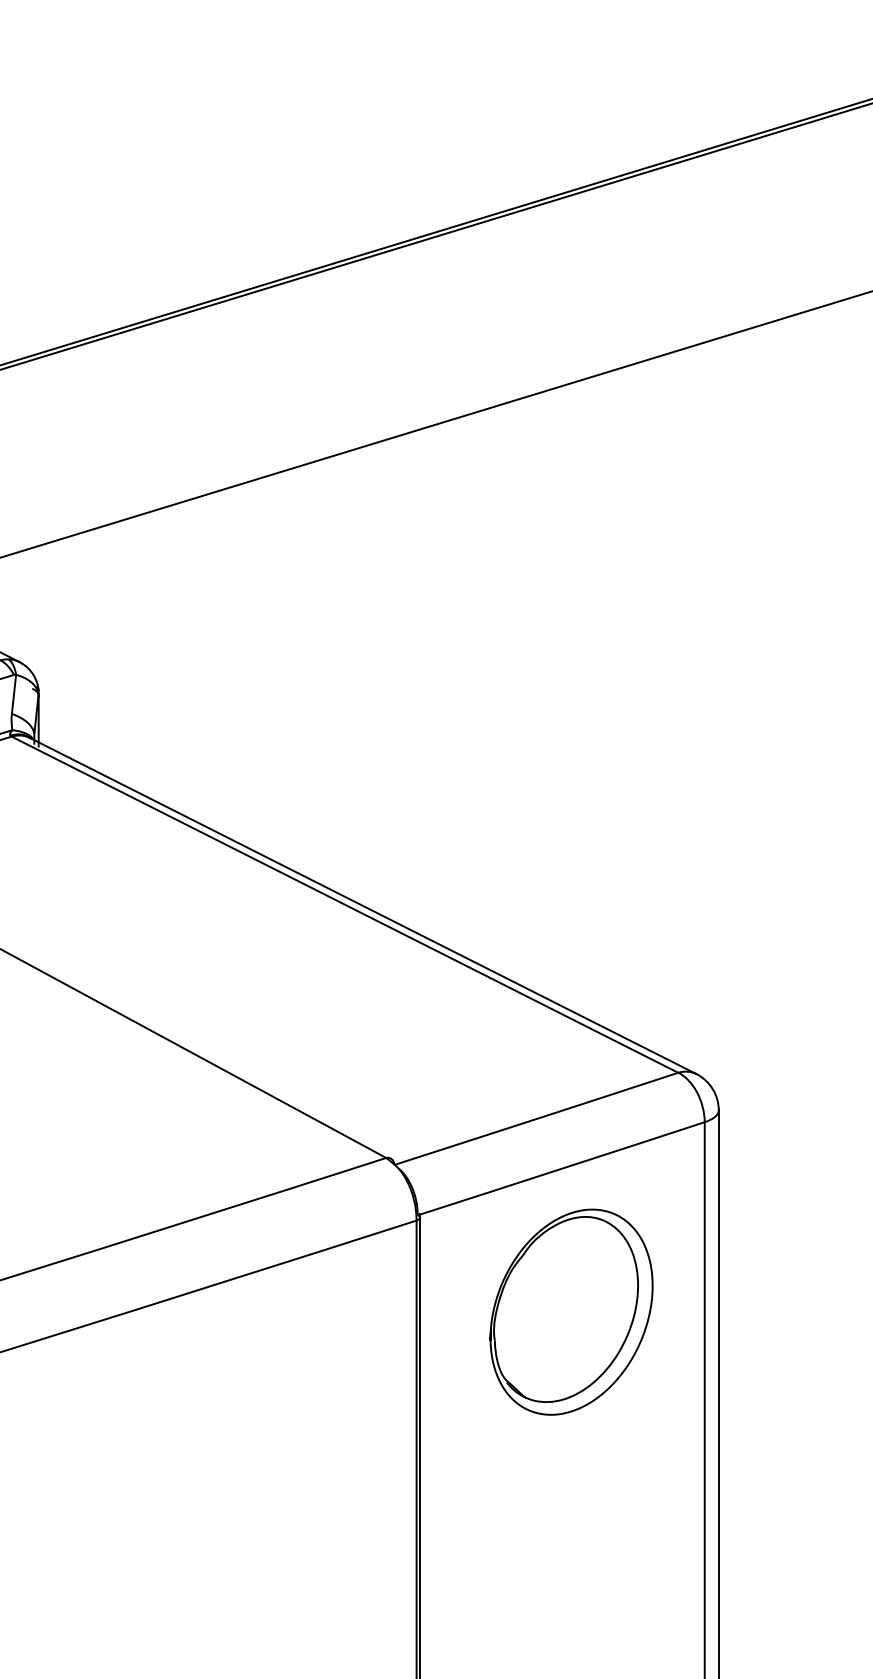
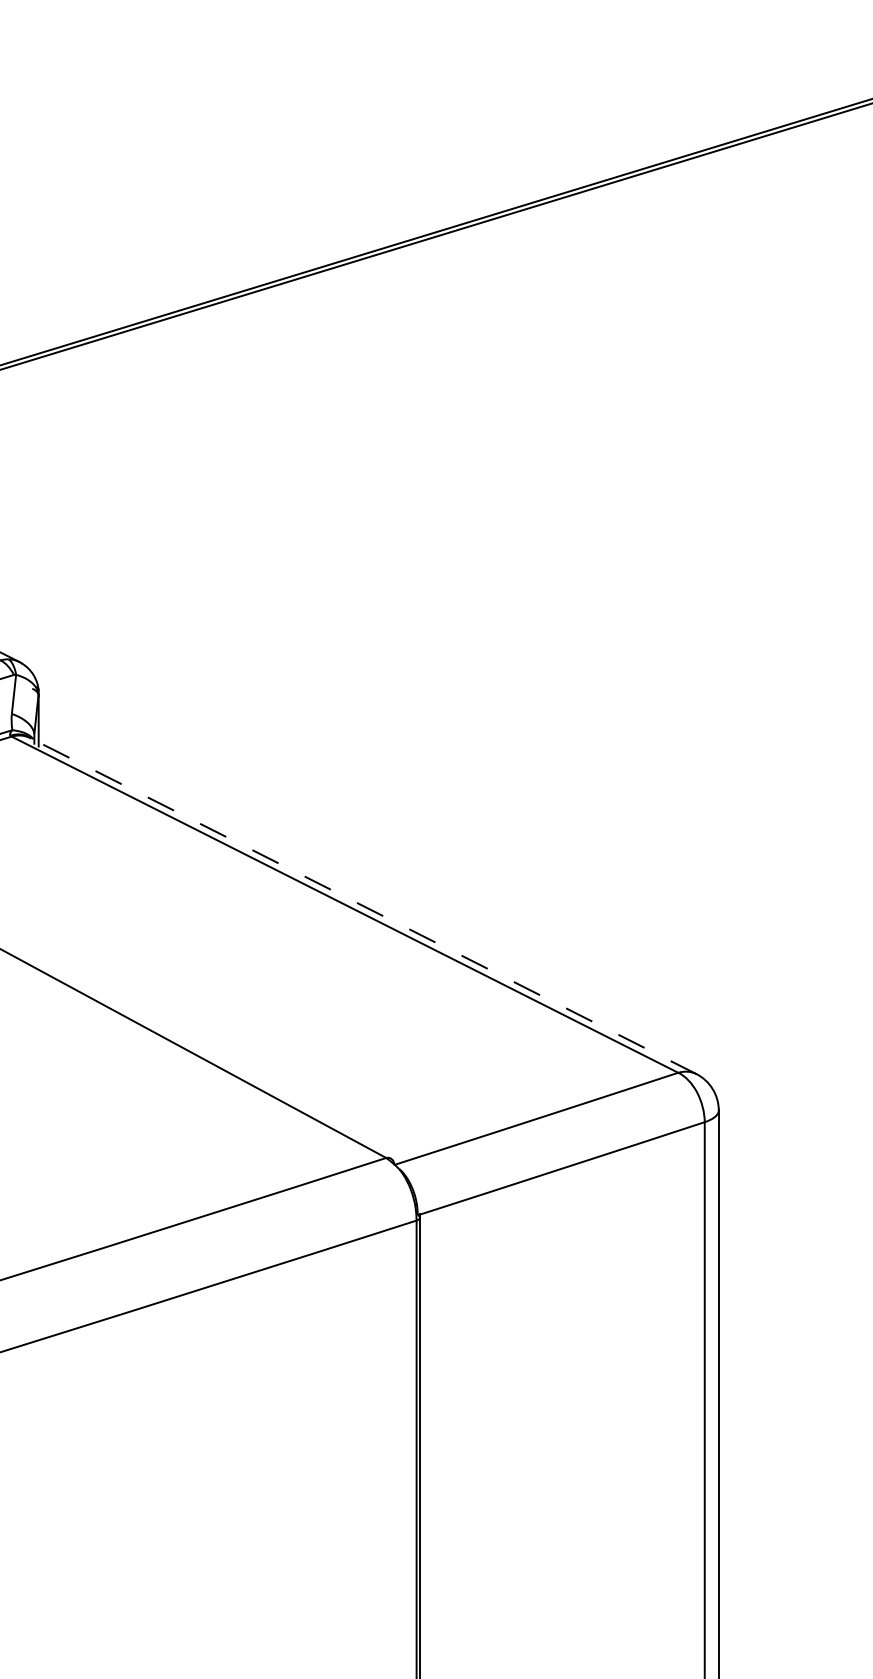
line at (435, 424): present -> none
line at (362, 905): solid -> dashed
part at (571, 1311): present -> none
